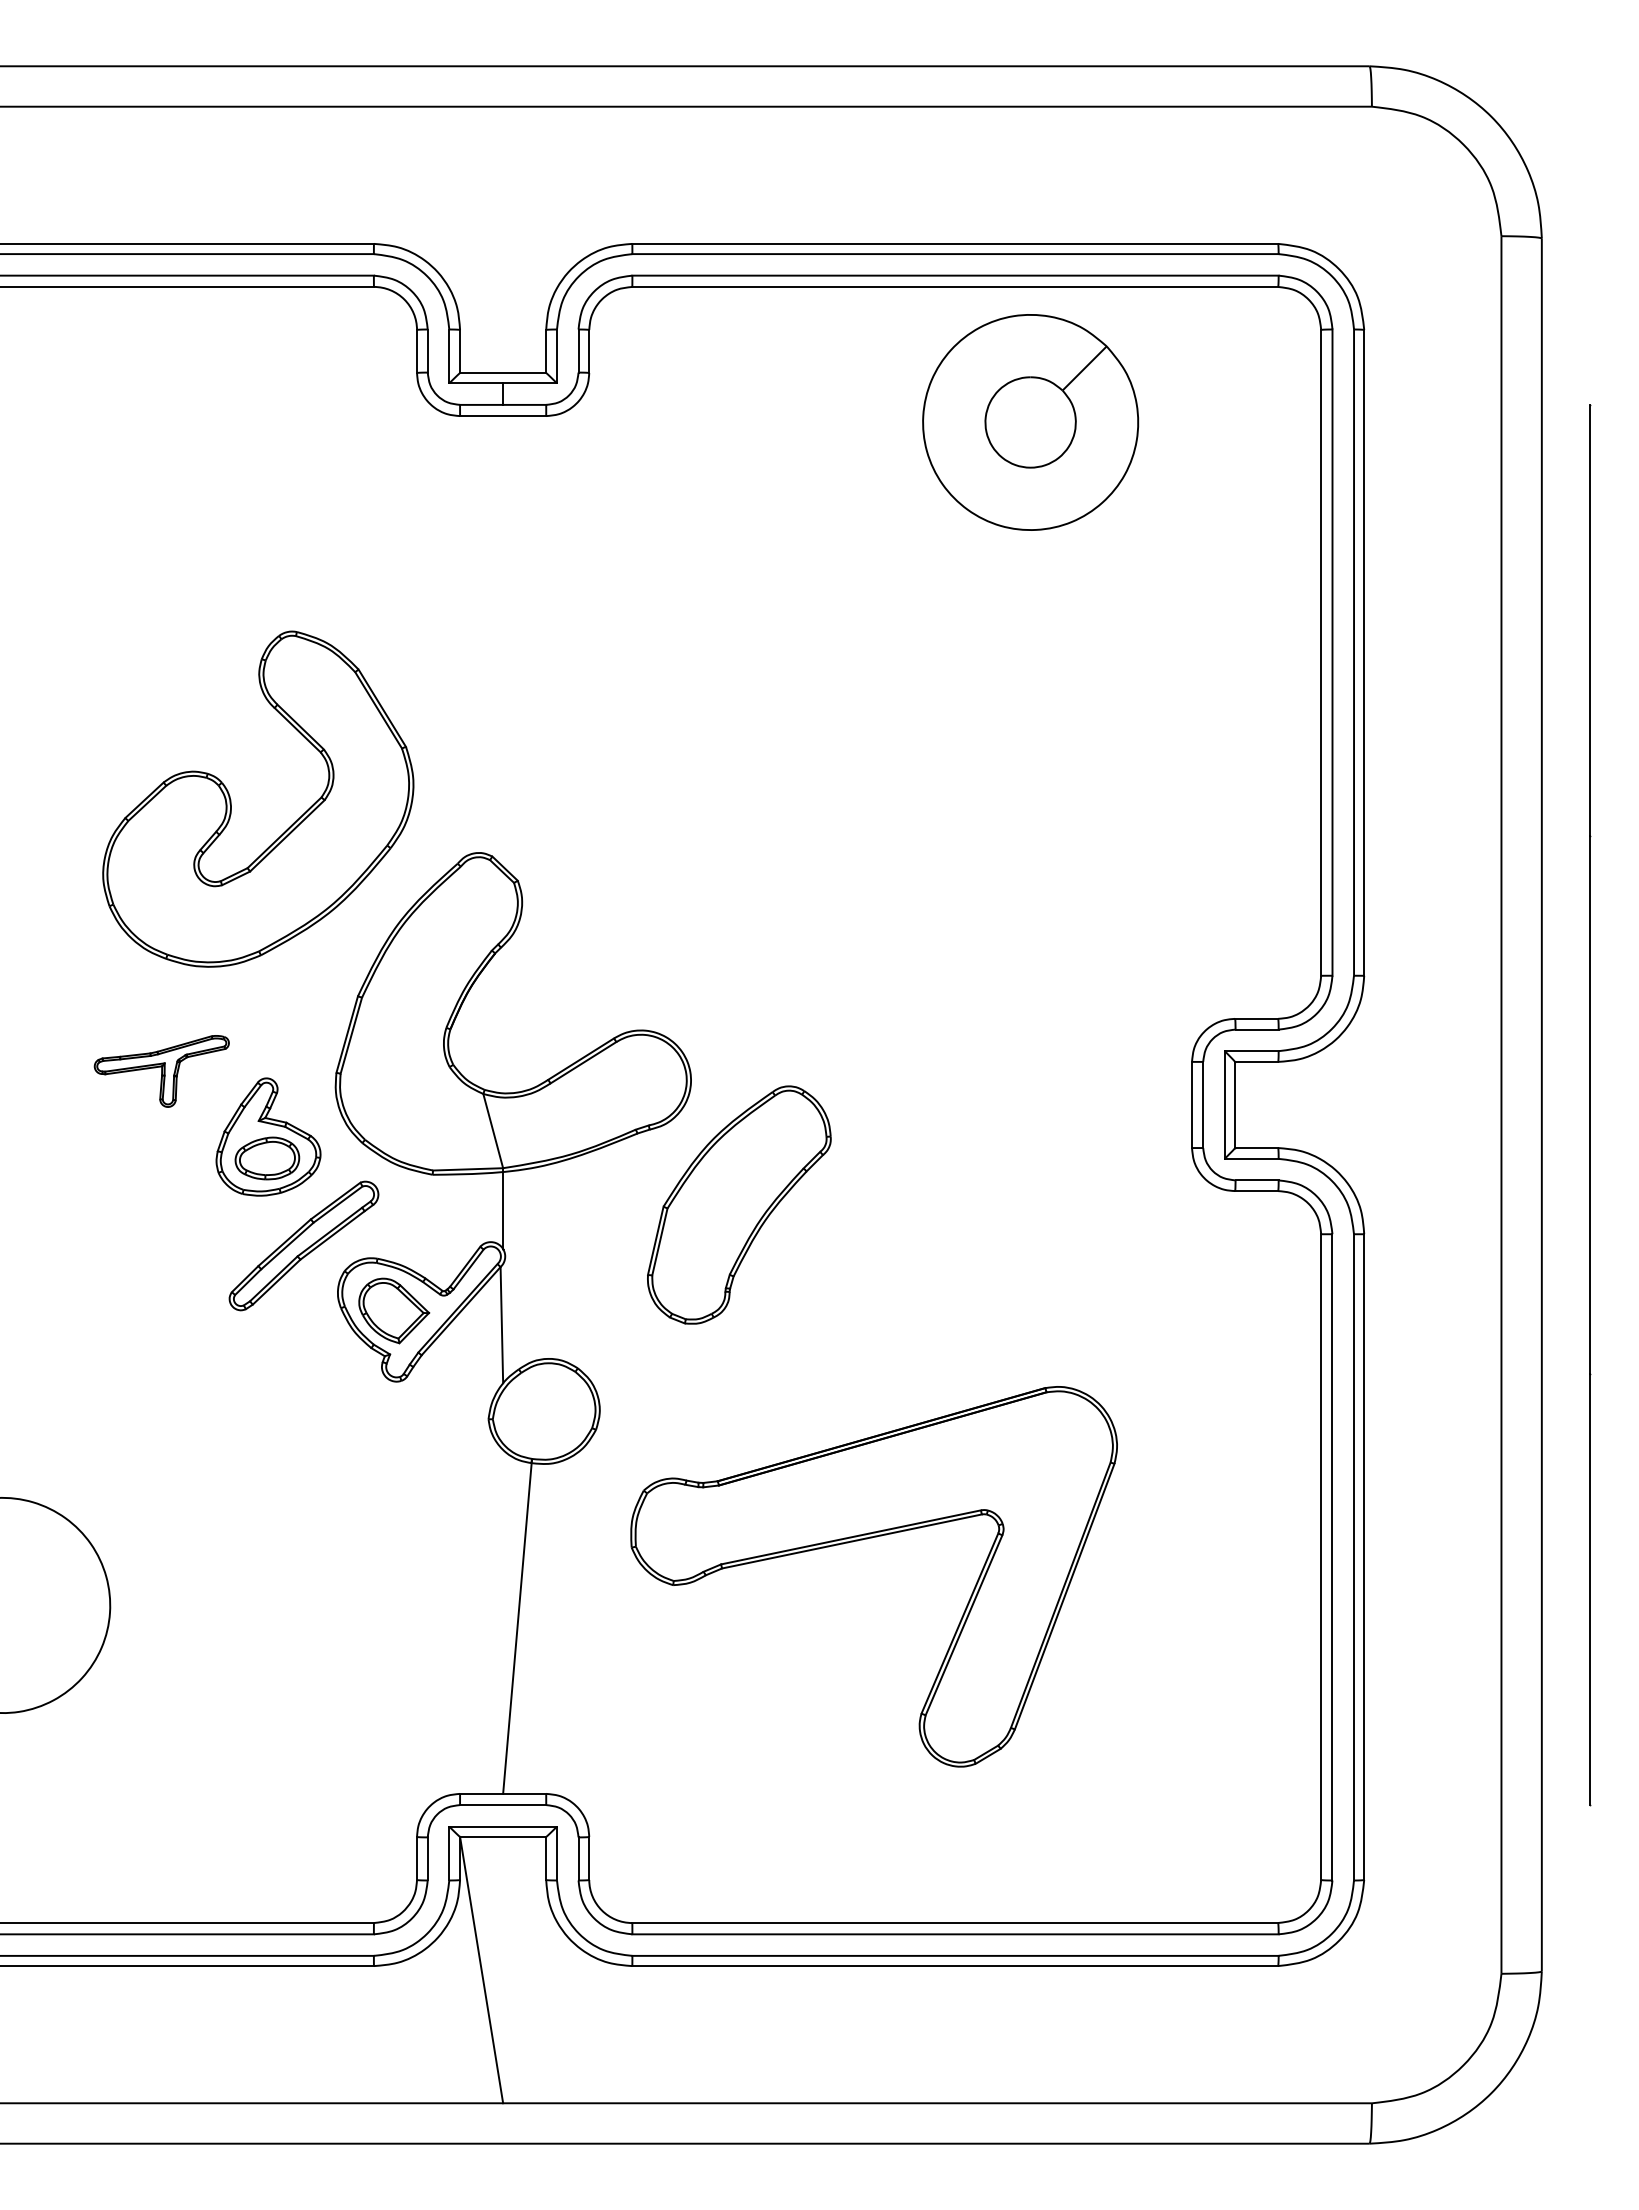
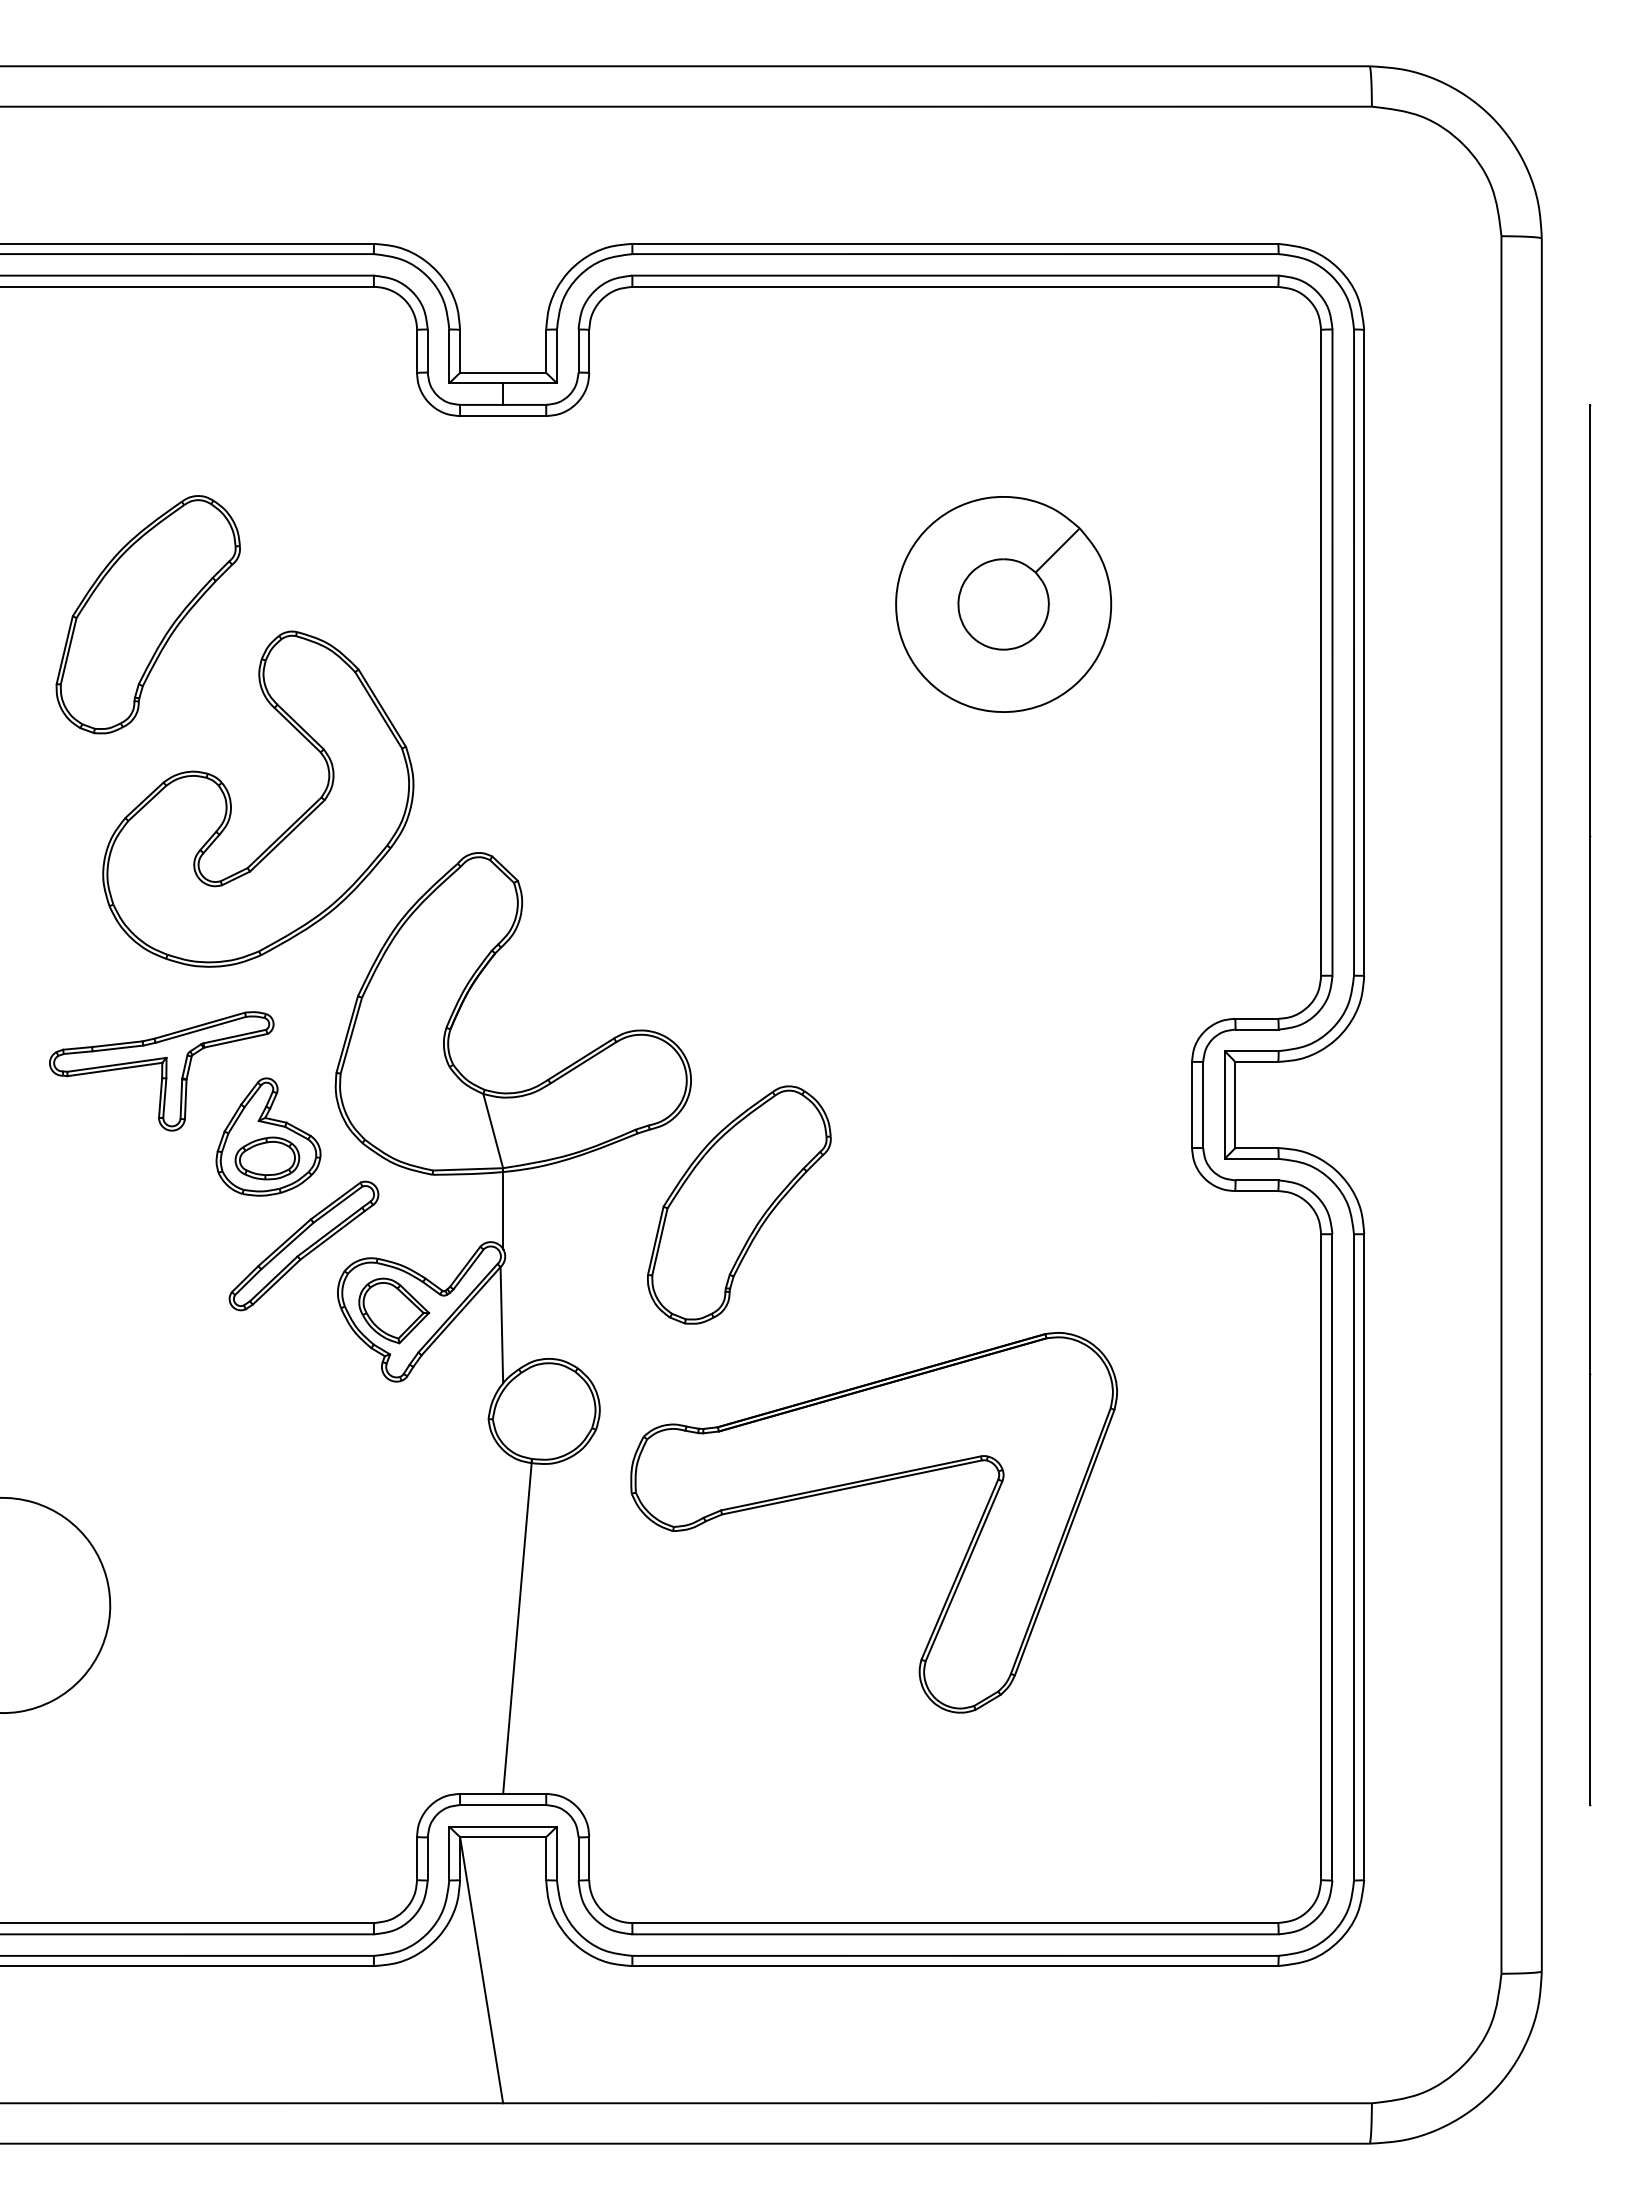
part at (1030, 422) position: (1030, 422) -> (1003, 604)
part at (147, 614): none -> present
part at (161, 1071) size: 137x73 px -> 226x121 px
part at (867, 1539) position: (867, 1539) -> (867, 1485)
